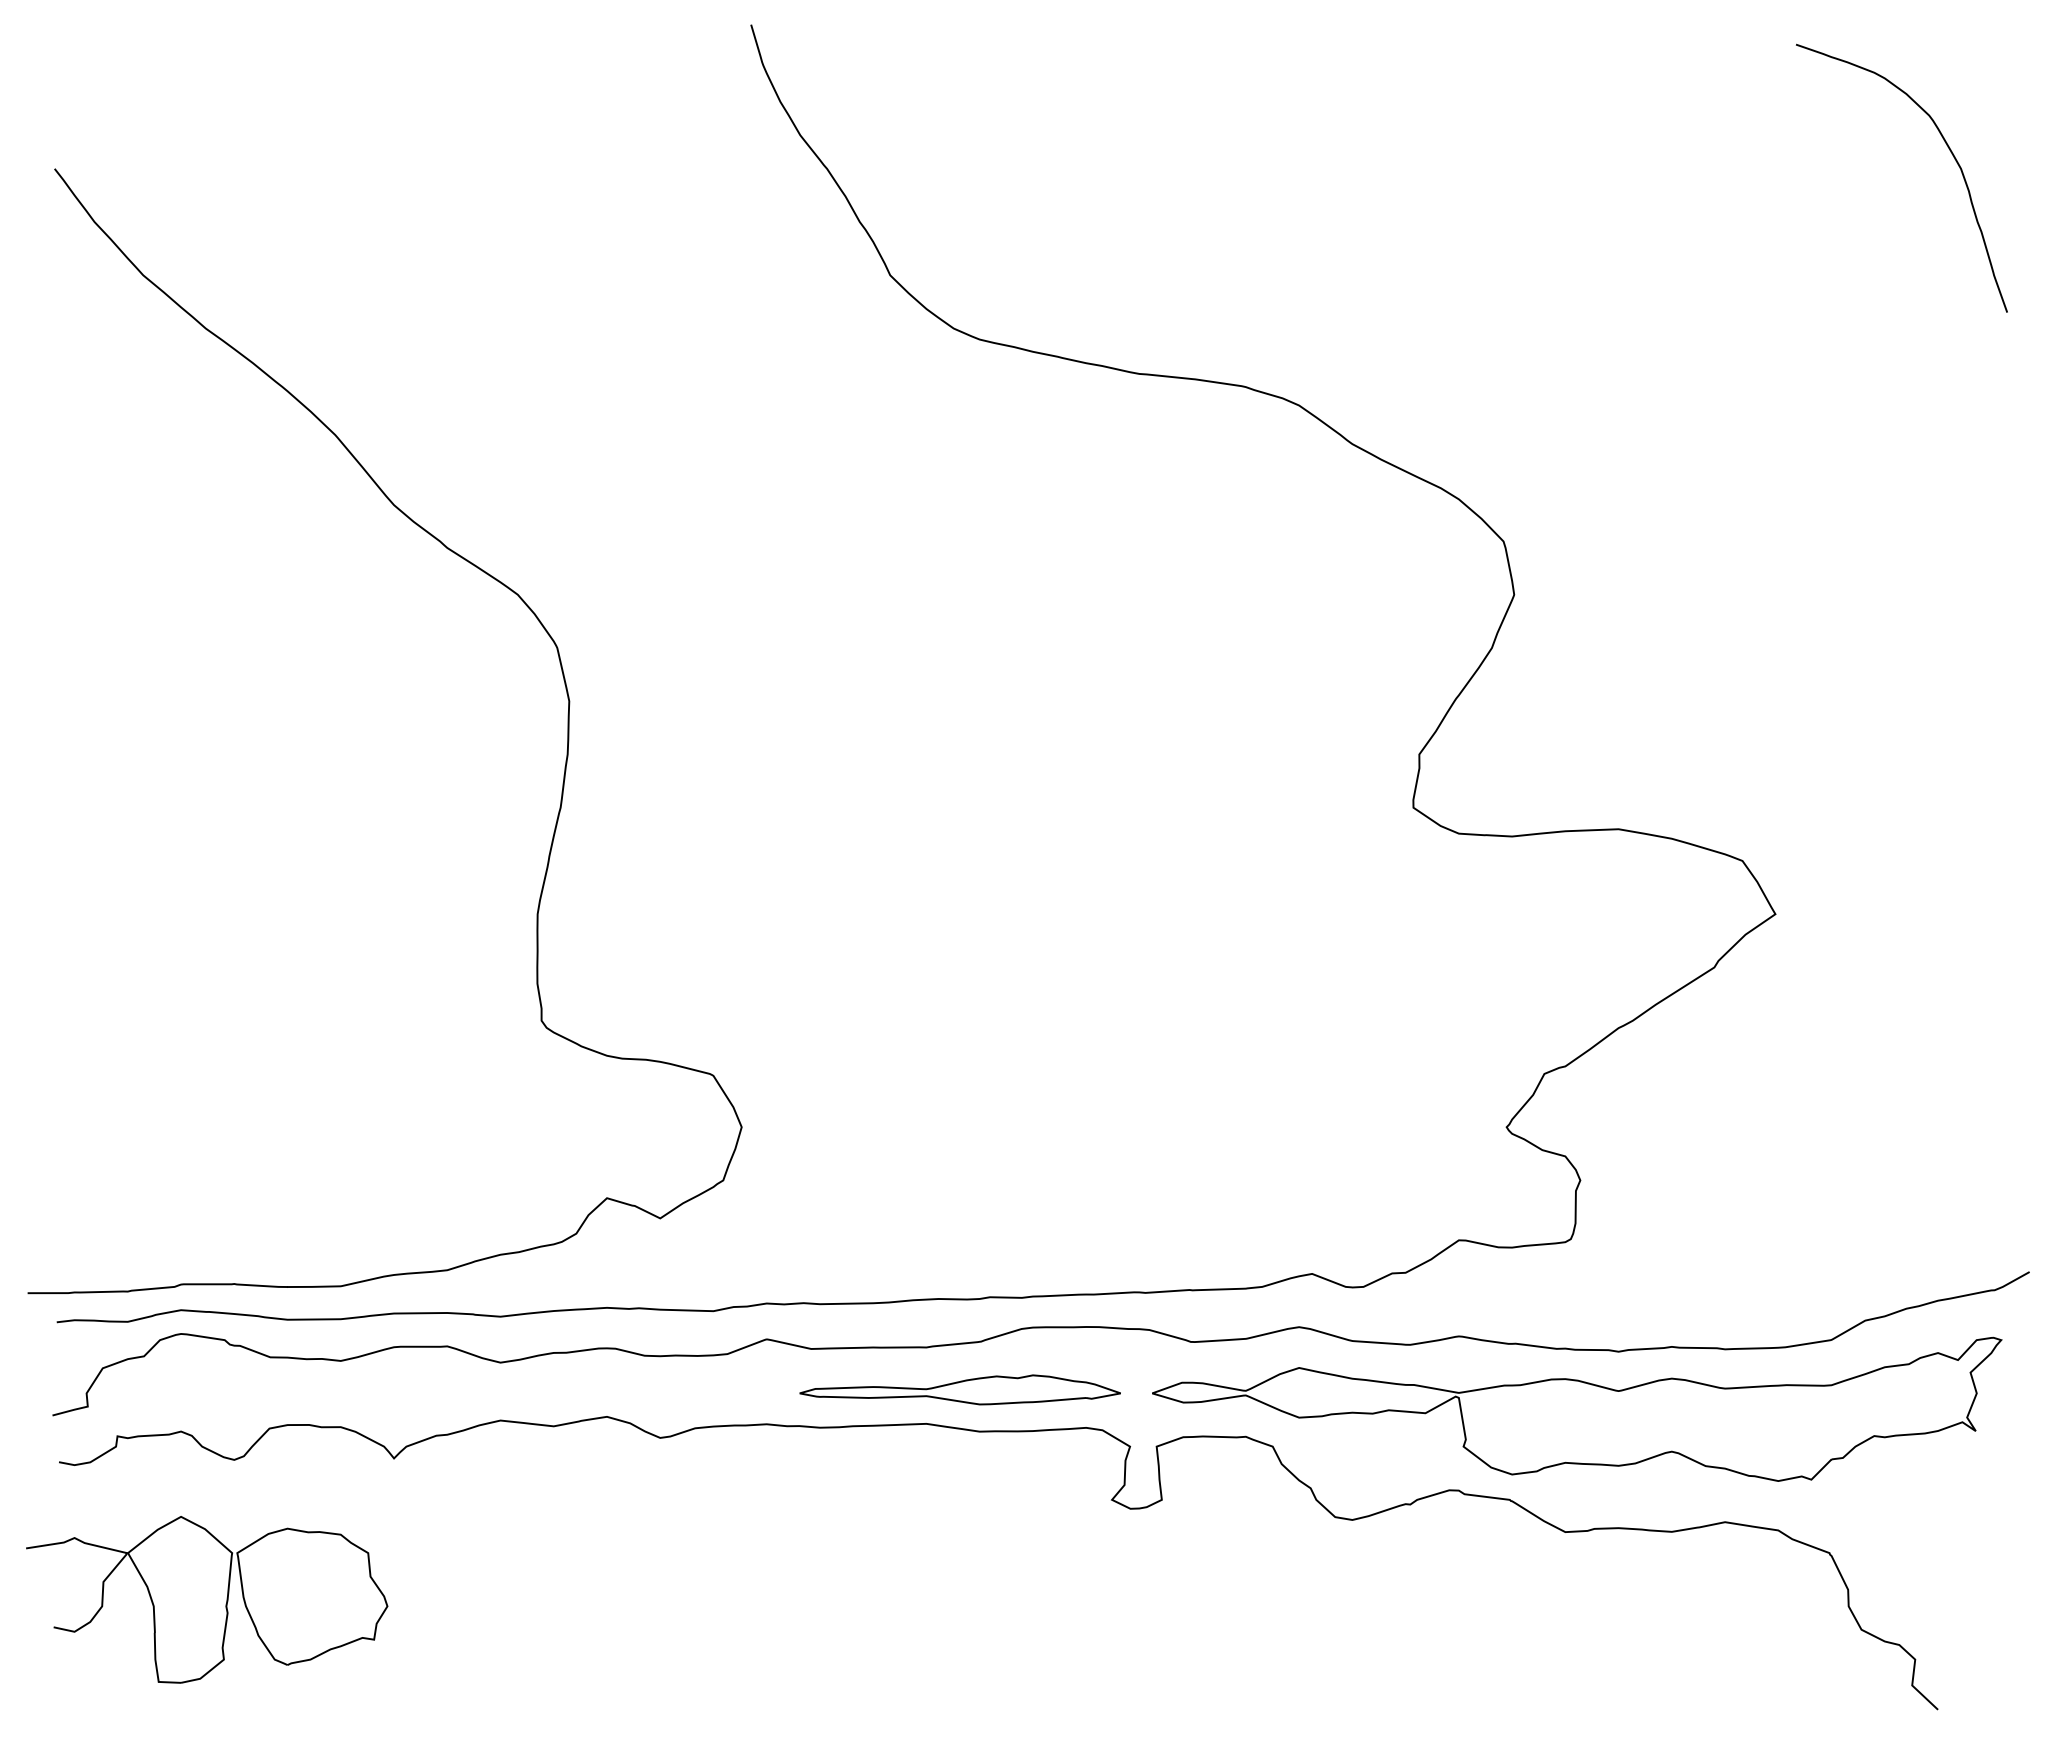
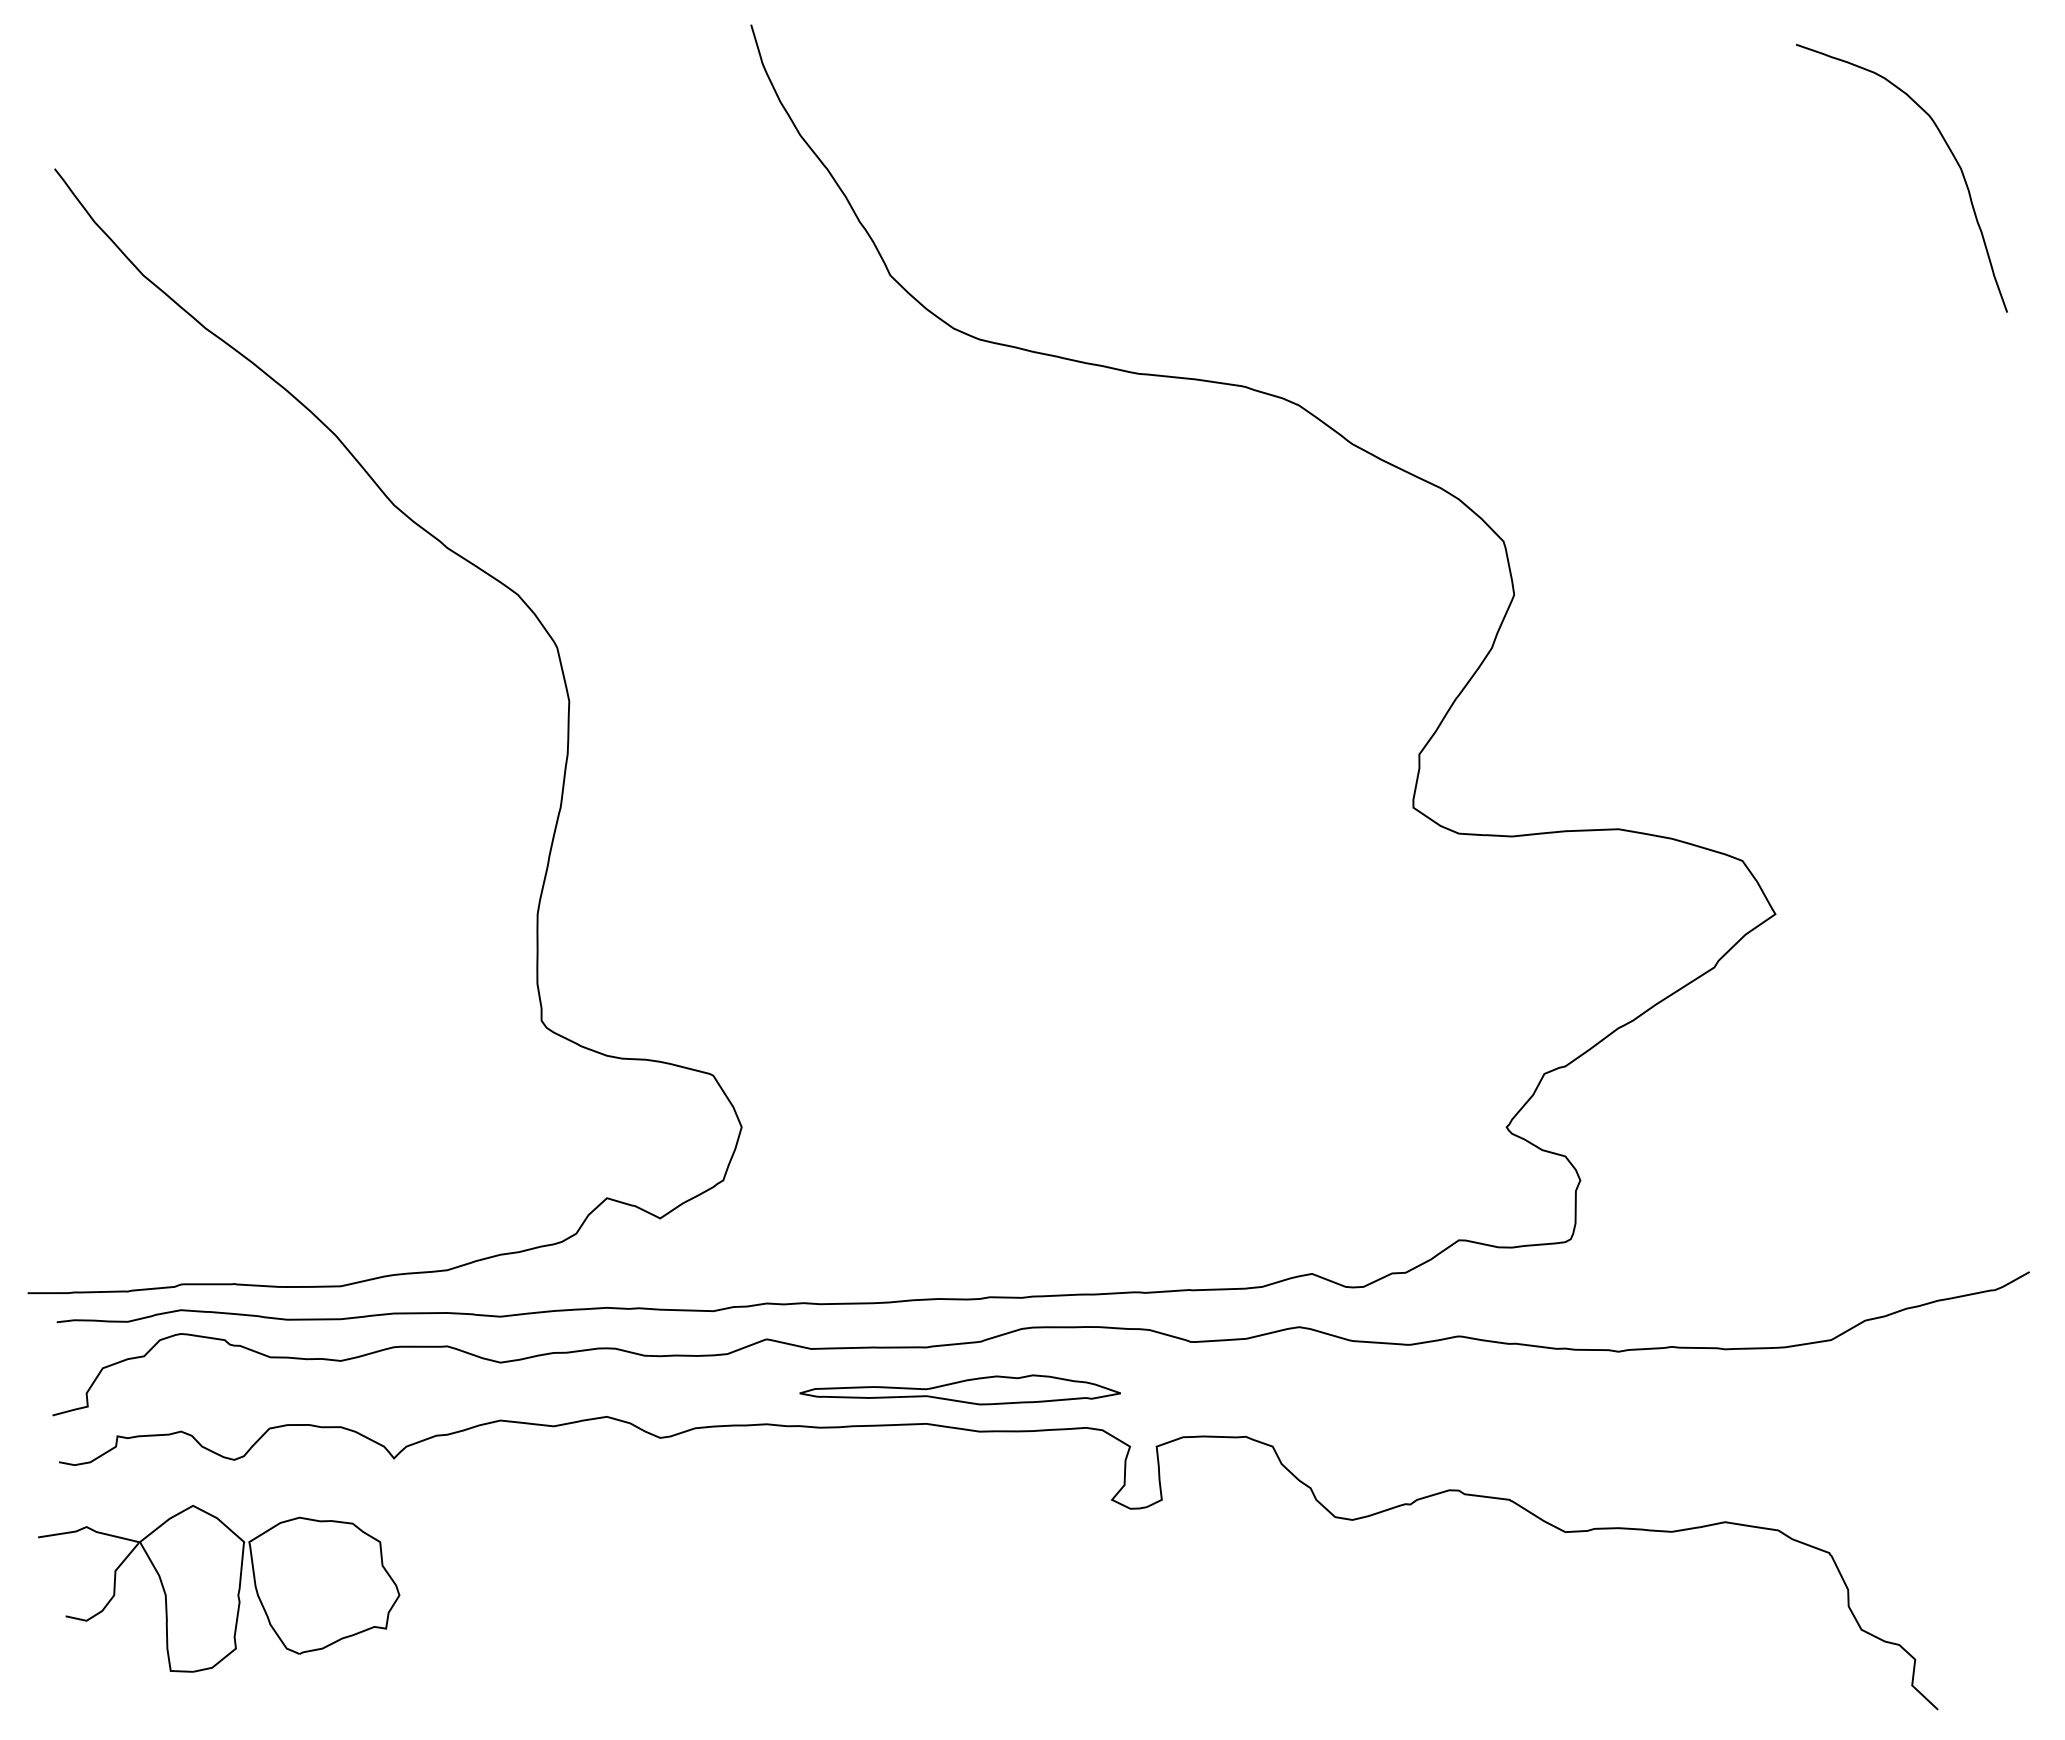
part at (1577, 1408): present -> none
part at (207, 1599) position: (207, 1599) -> (219, 1588)
